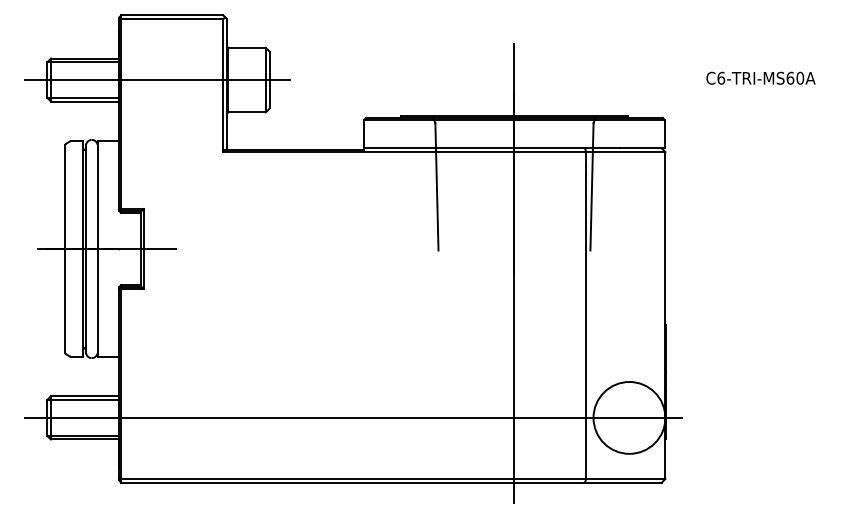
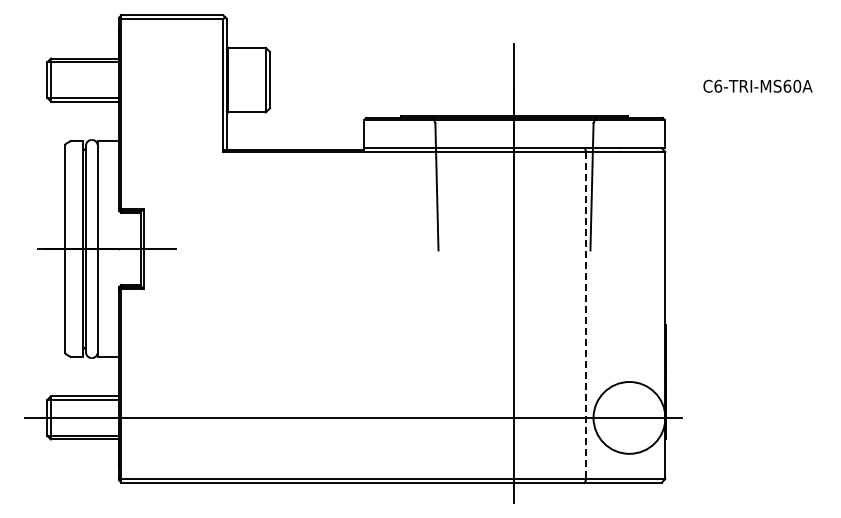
text at (760, 77) position: (760, 77) -> (757, 85)
line at (157, 80): present -> none
line at (586, 315): solid -> dashed
